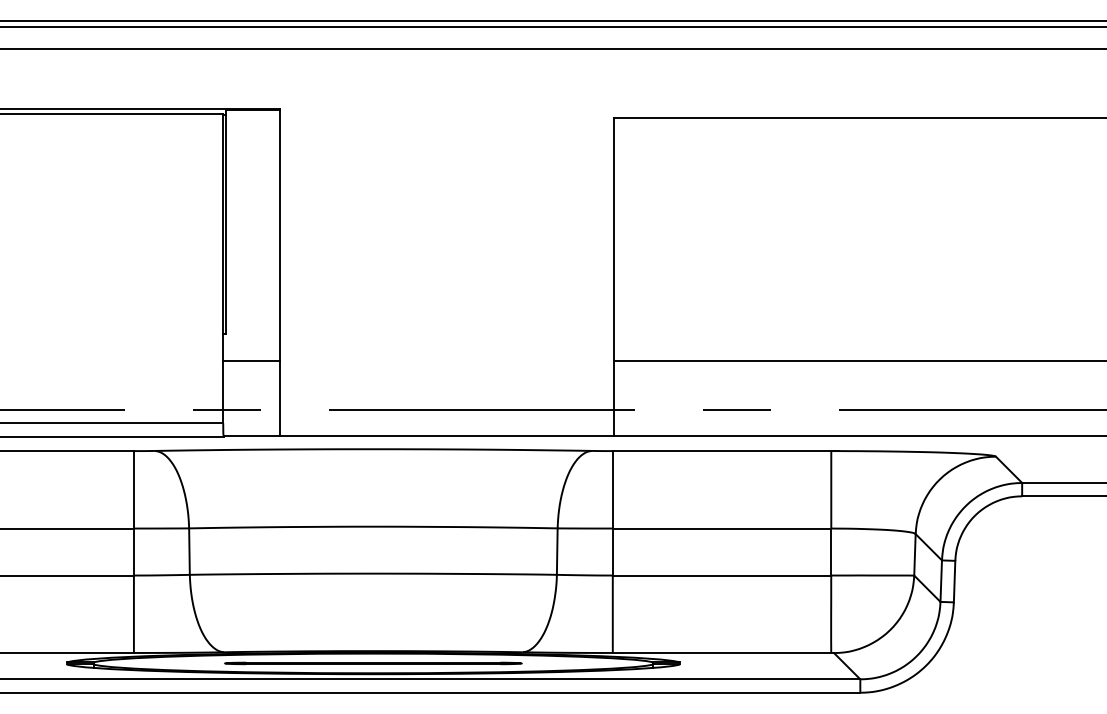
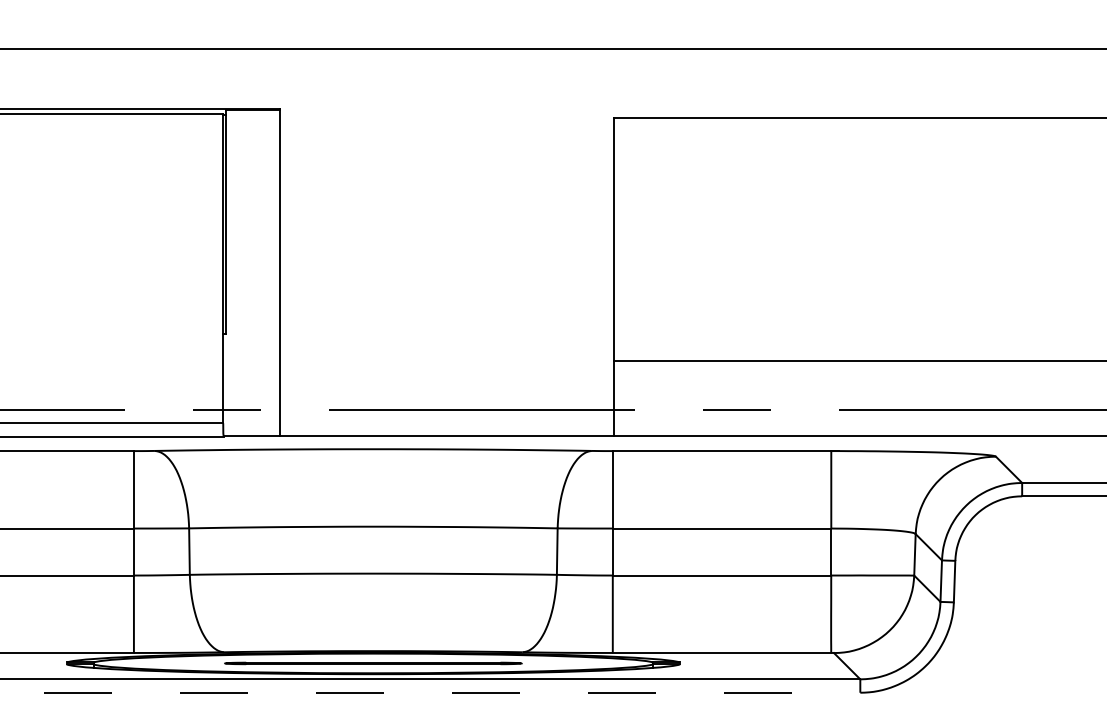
line at (552, 21): present -> none
line at (552, 26): present -> none
line at (251, 361): present -> none
line at (430, 692): solid -> dashed
